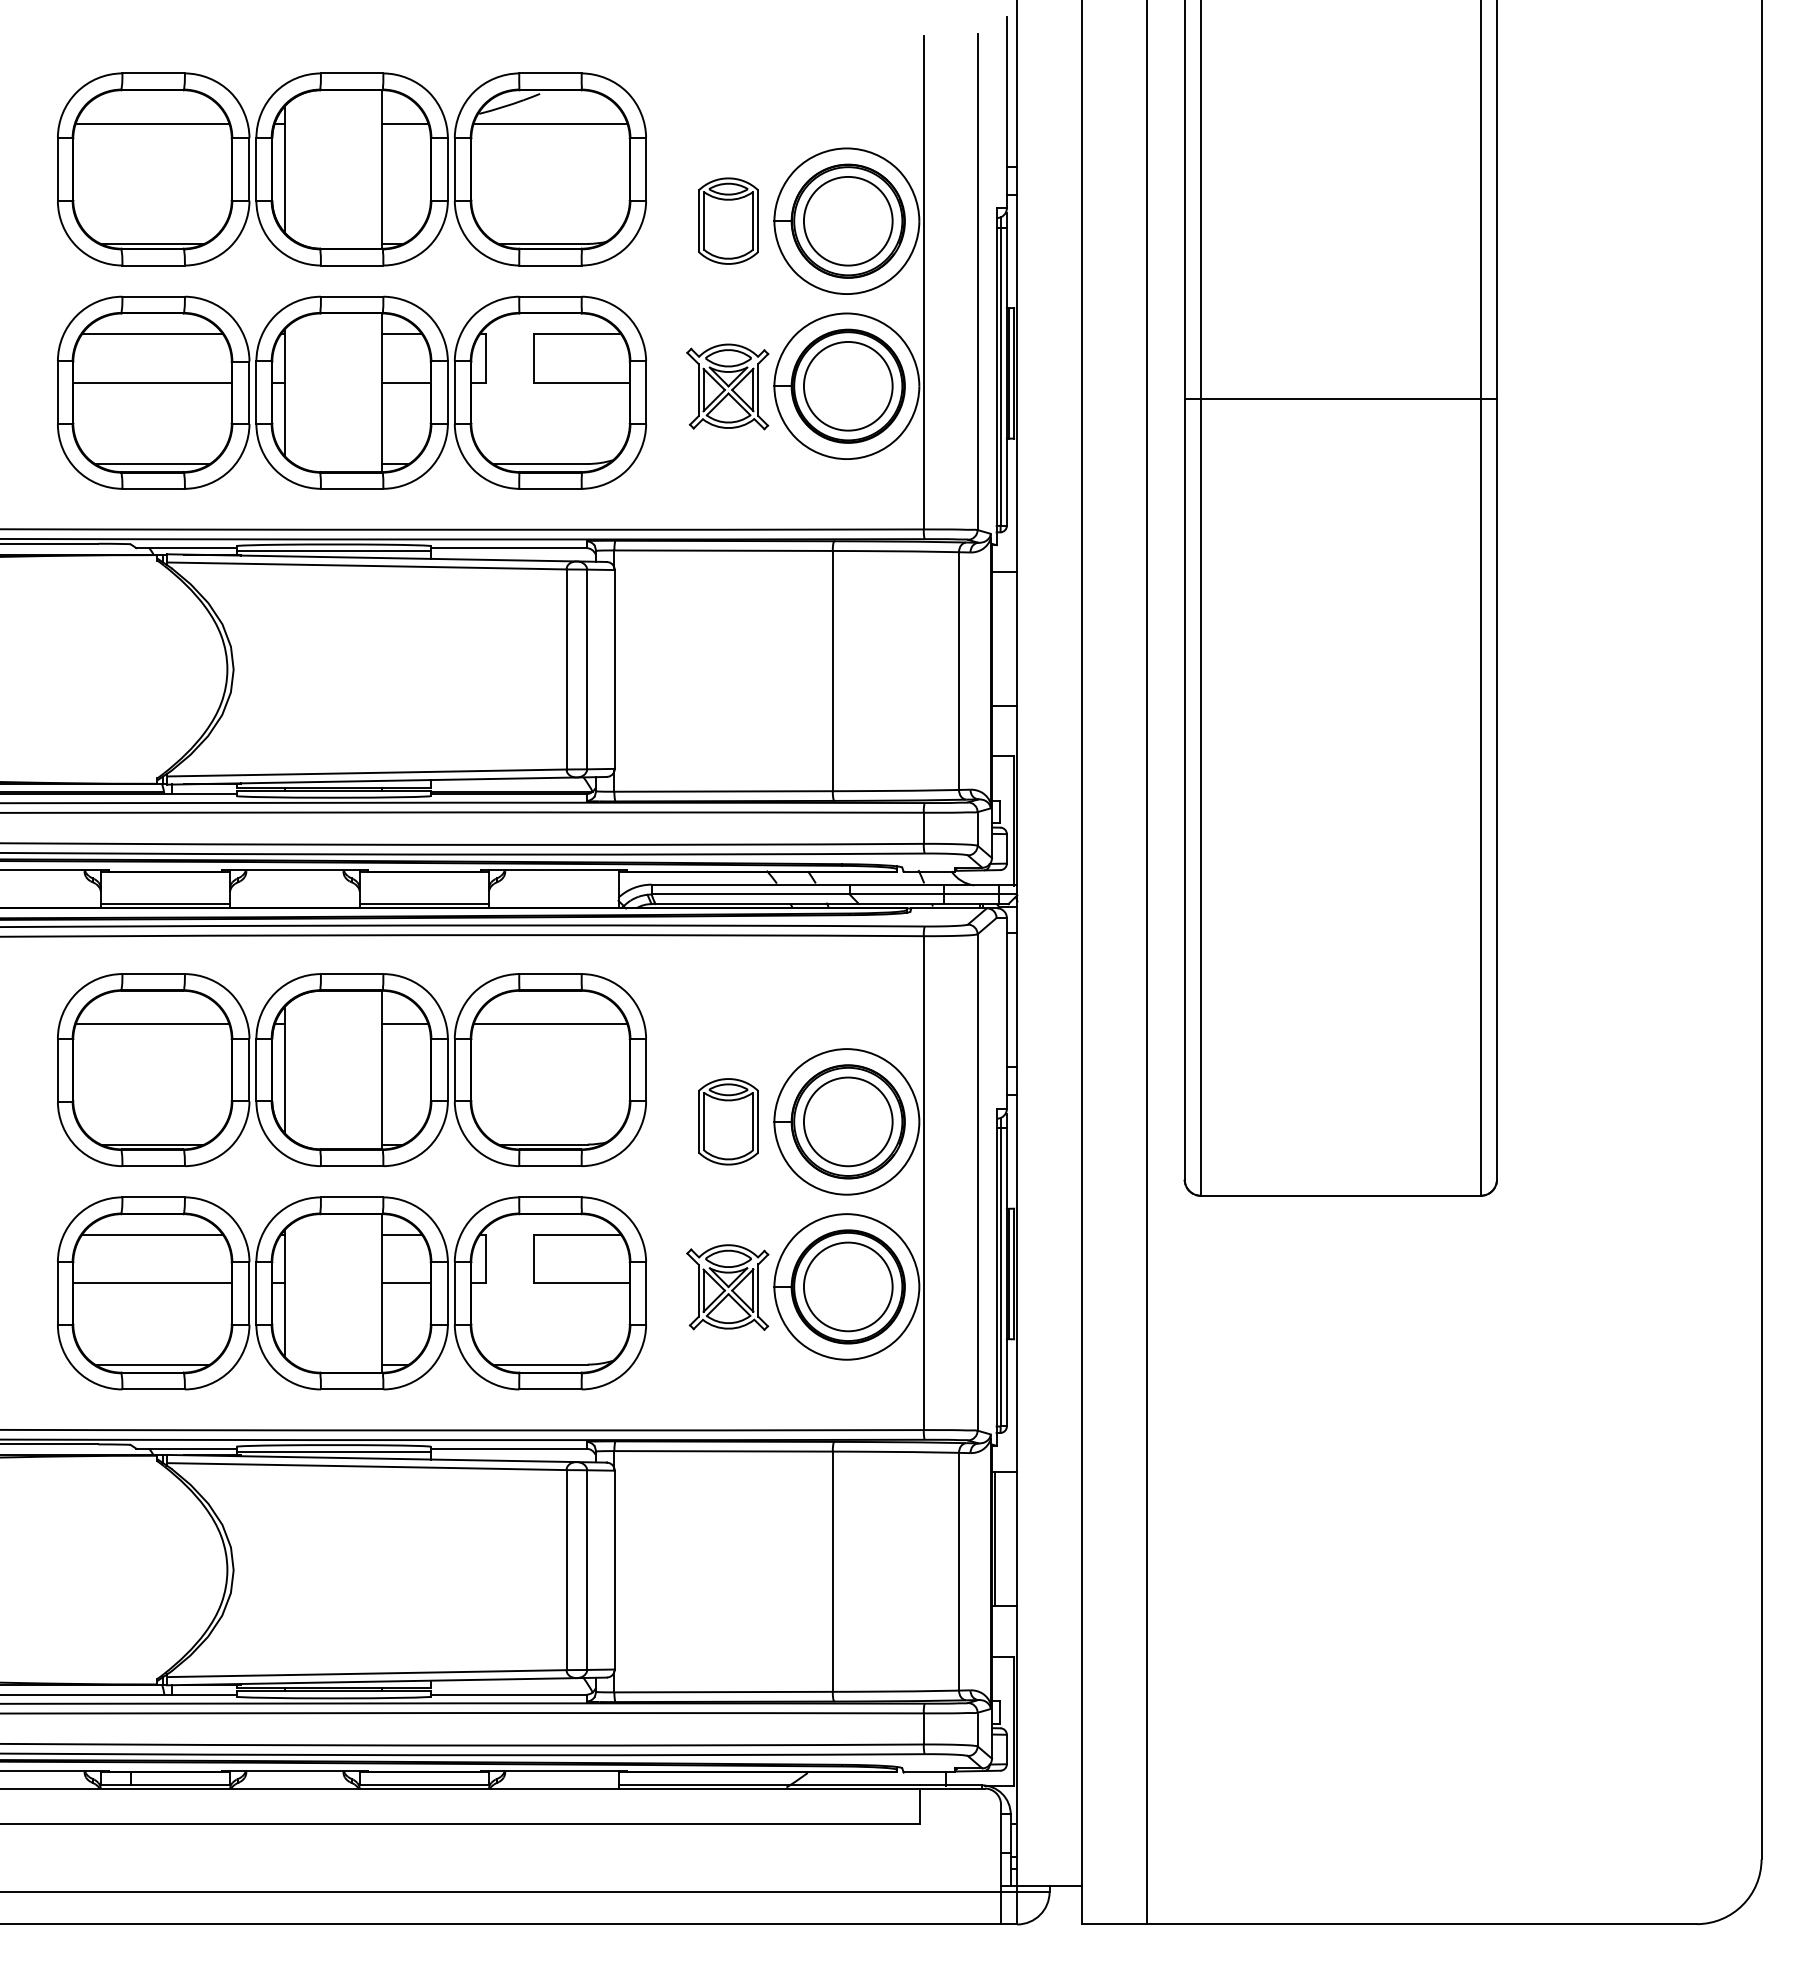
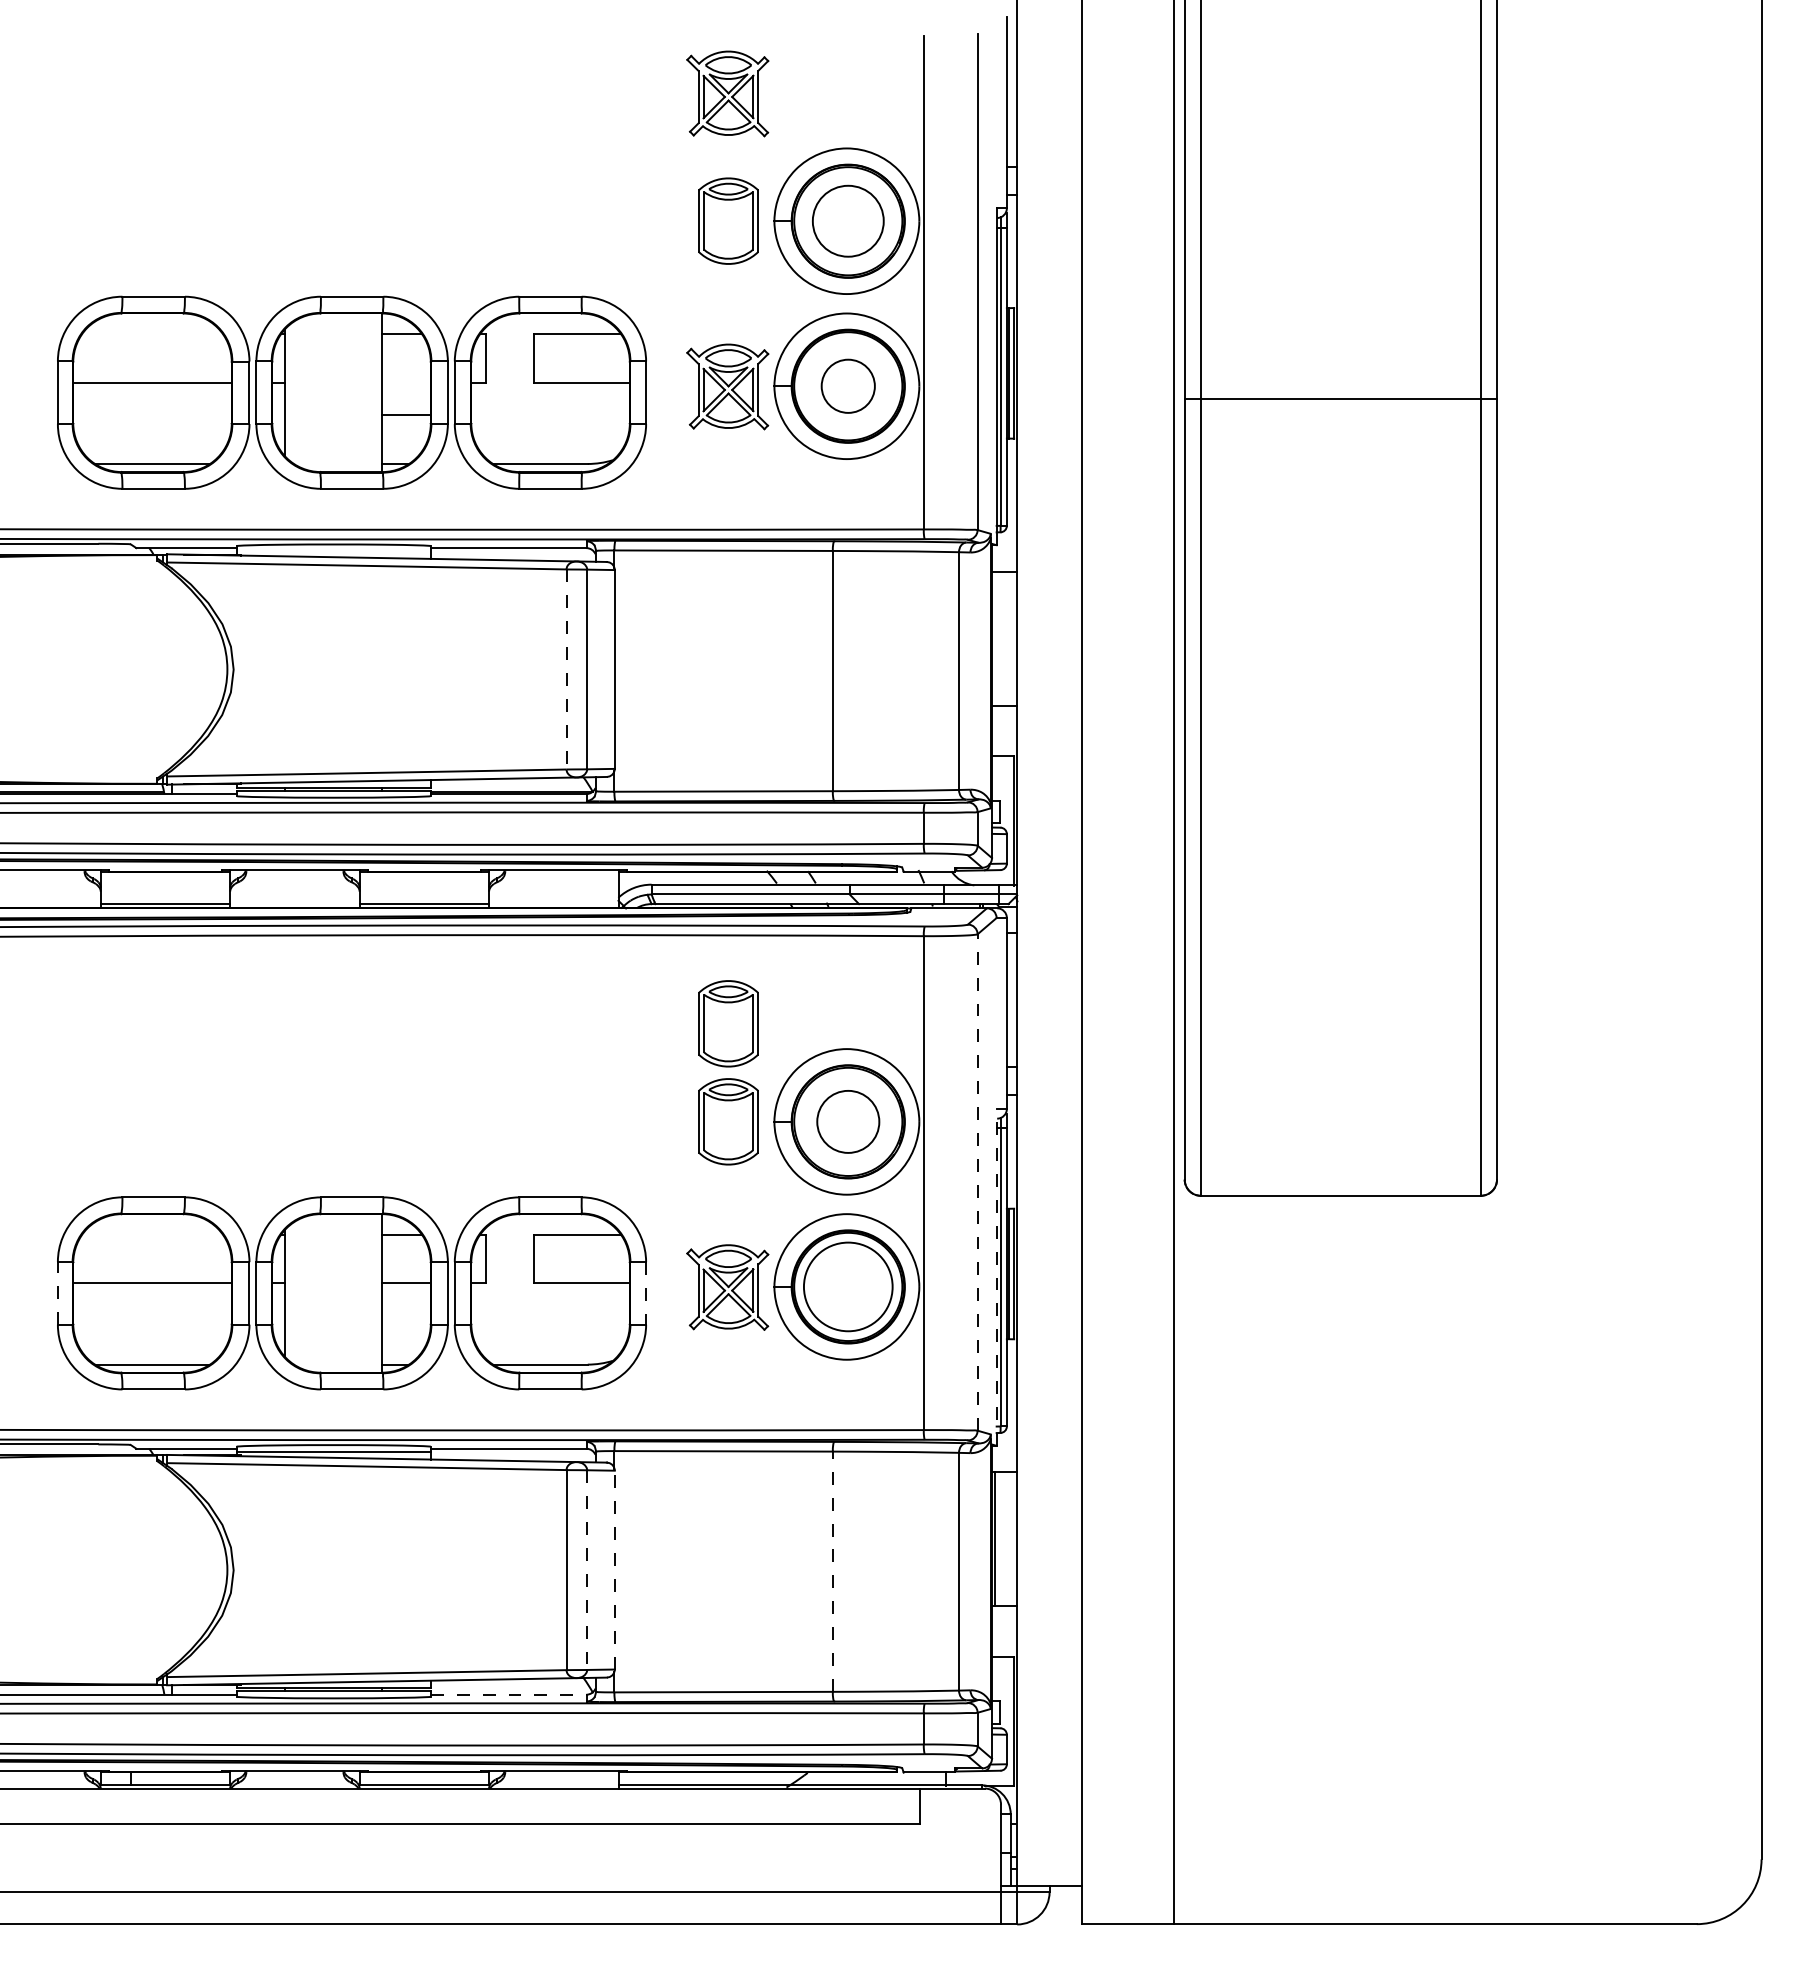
part at (727, 93): none -> present
part at (351, 169): present -> none
circle at (847, 220) diameter: 89 px -> 71 px
line at (152, 334): present -> none
line at (406, 382) position: (406, 382) -> (406, 414)
circle at (847, 385) diameter: 89 px -> 53 px
line at (333, 551): present -> none
line at (566, 669): solid -> dashed
line at (1146, 963) position: (1146, 963) -> (1173, 963)
part at (728, 1023): none -> present
part at (351, 1069): present -> none
circle at (847, 1121) diameter: 89 px -> 62 px
line at (977, 1182): solid -> dashed
line at (152, 1234): present -> none
line at (996, 1276): solid -> dashed
line at (57, 1292): solid -> dashed
line at (646, 1293): solid -> dashed
line at (614, 1569): solid -> dashed
line at (587, 1570): solid -> dashed
line at (832, 1571): solid -> dashed
line at (508, 1694): solid -> dashed
